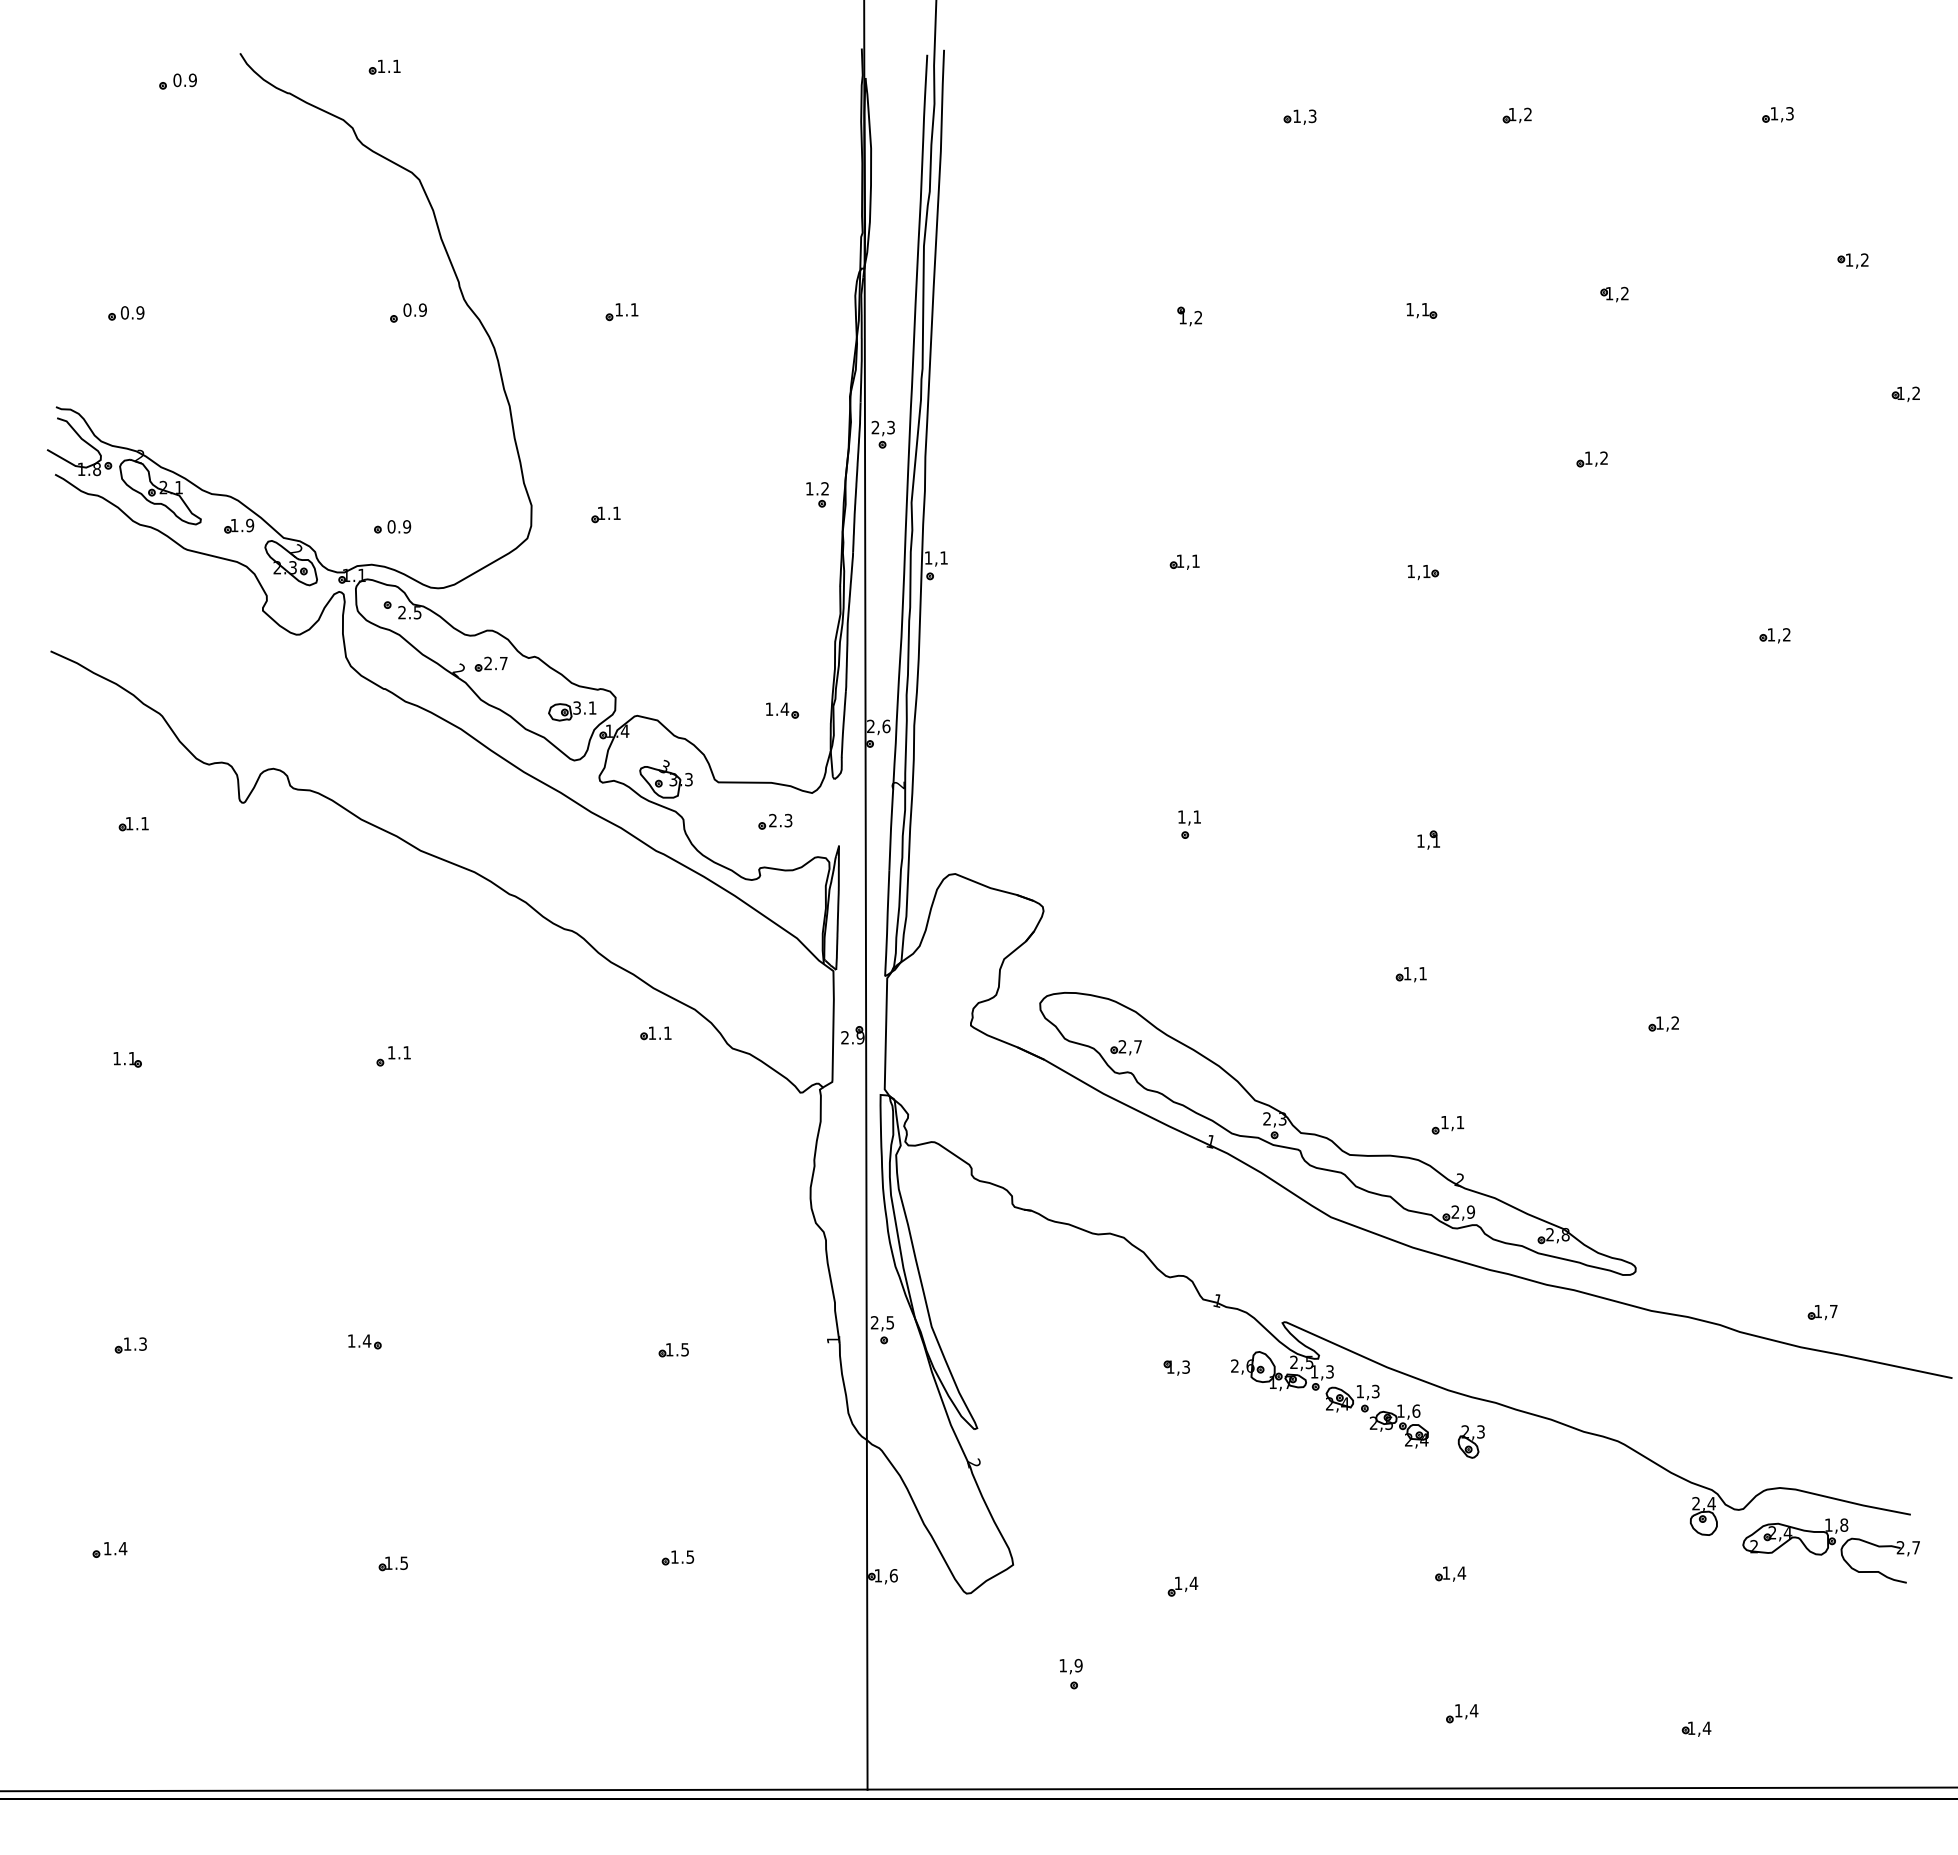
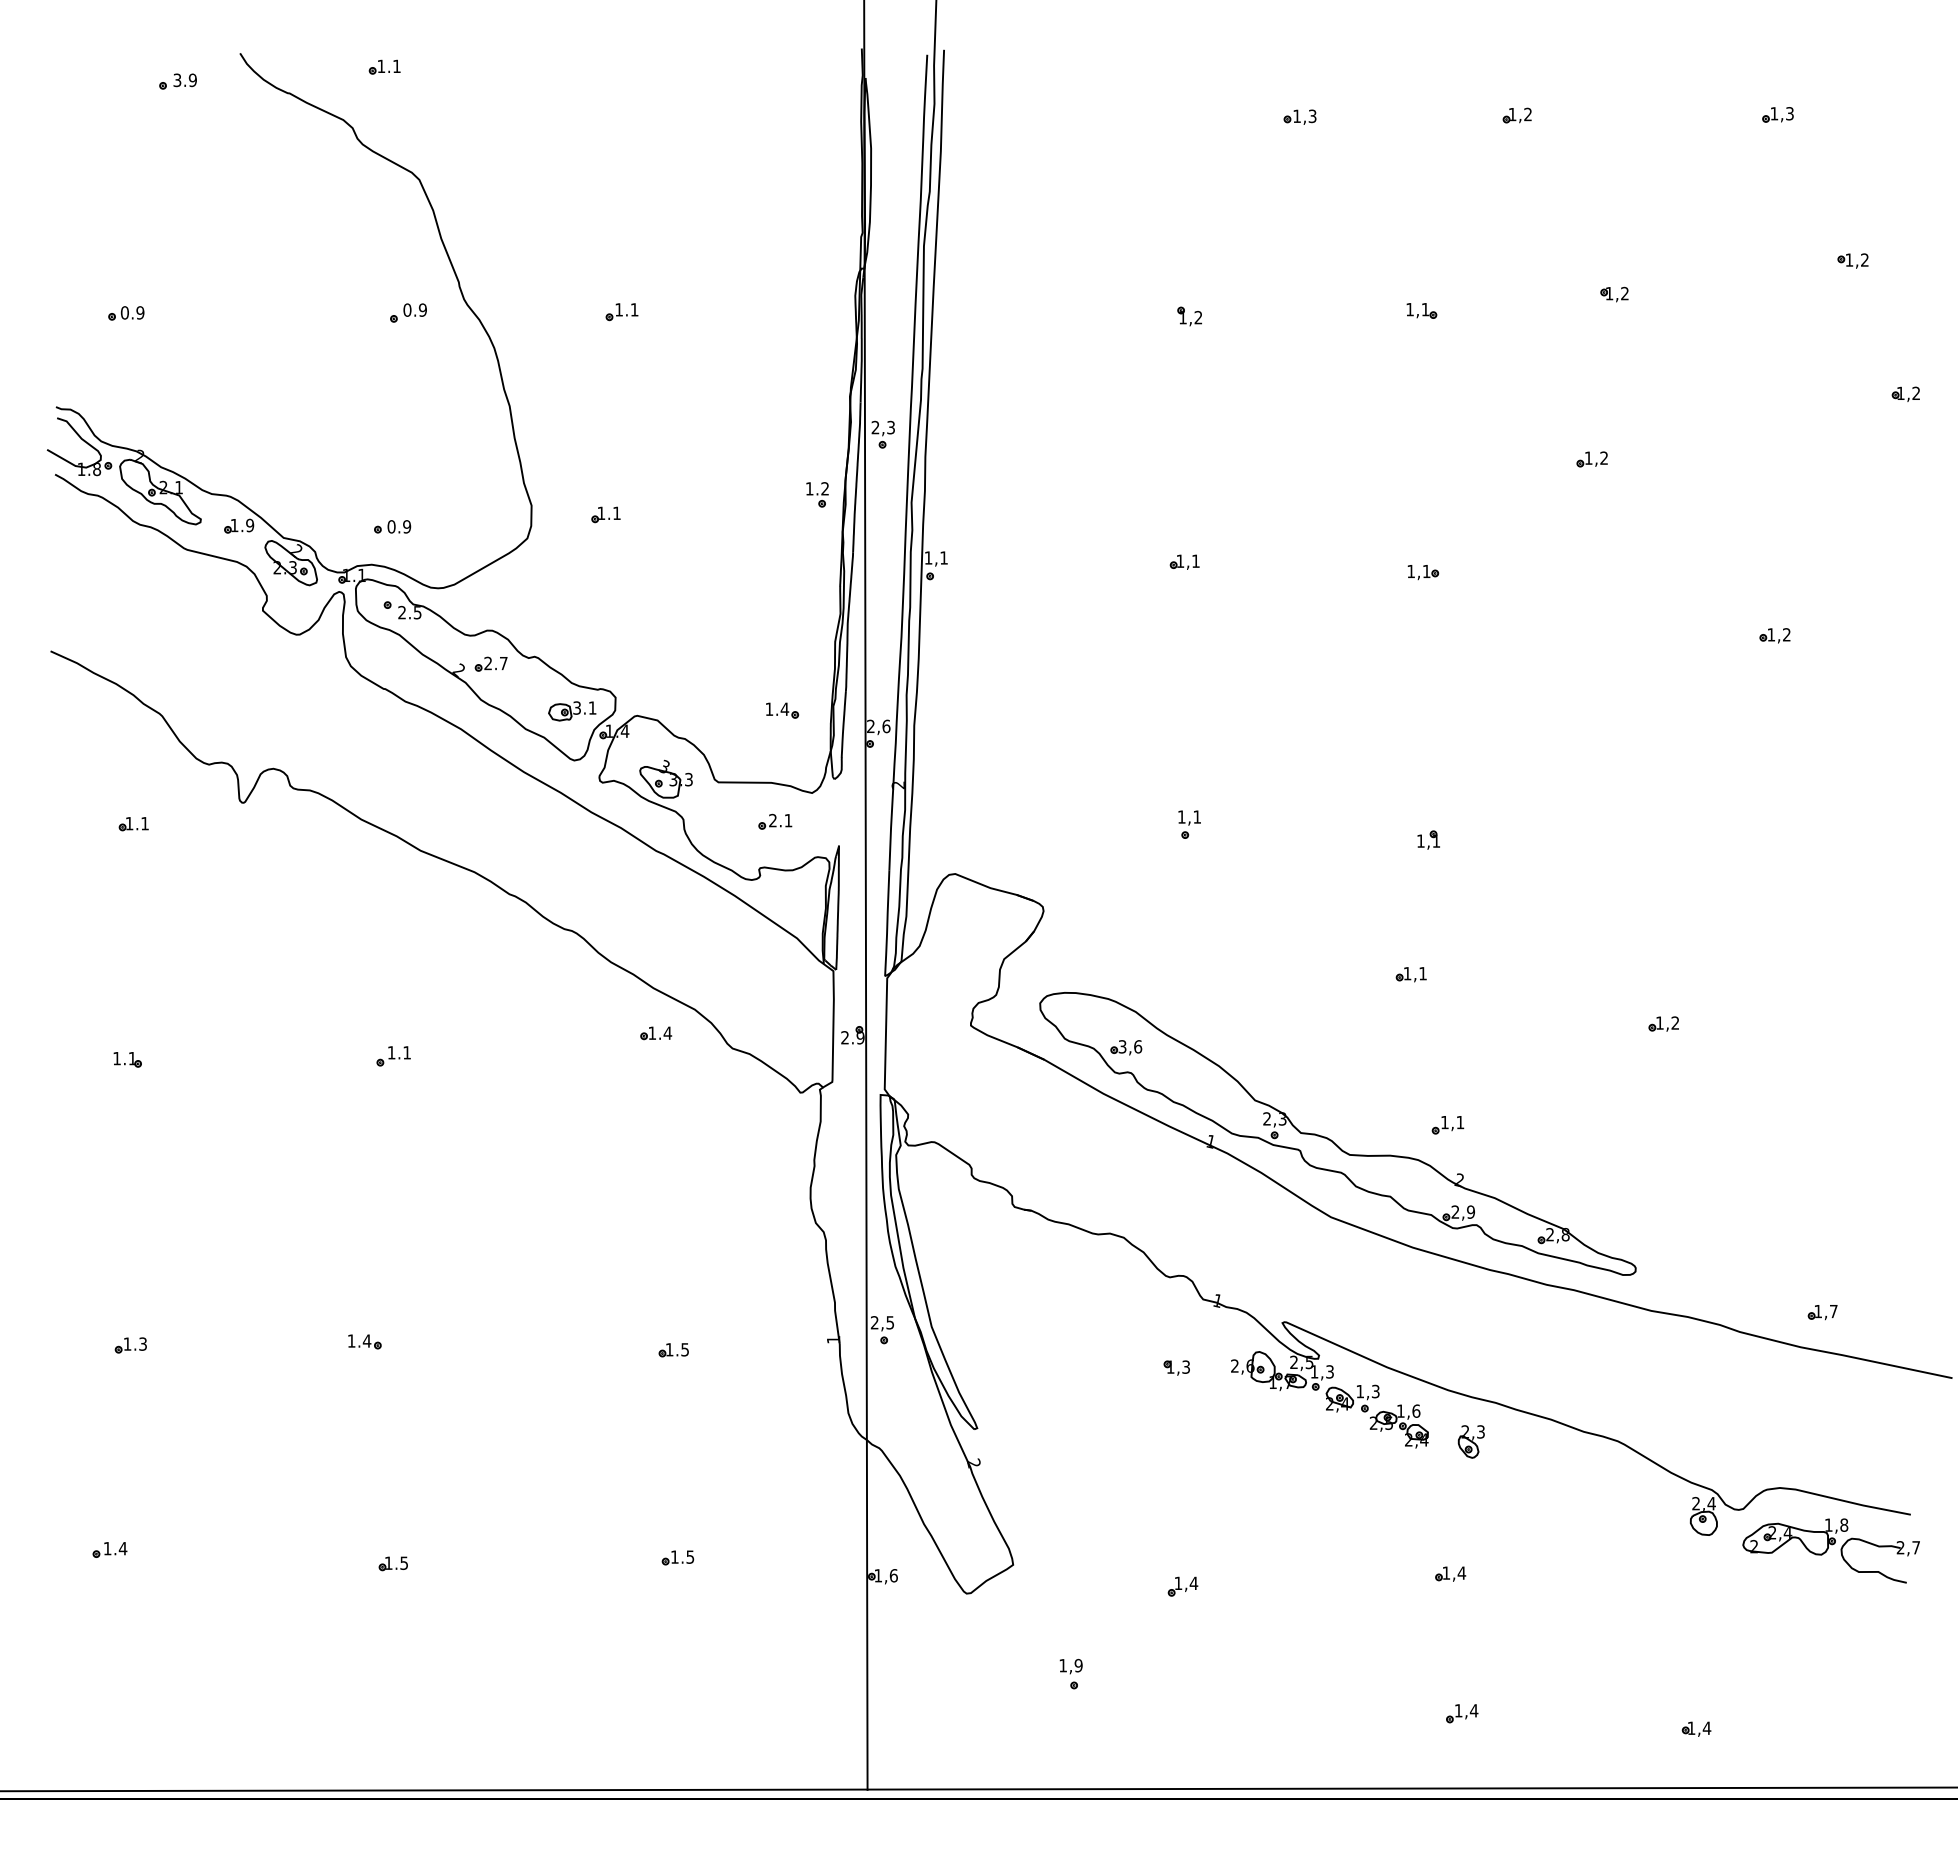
text at (177, 80): 0.9 -> 3.9
text at (788, 820): 2.3 -> 2.1
text at (667, 1032): 1.1 -> 1.4
text at (1130, 1046): 2,7 -> 3,6
